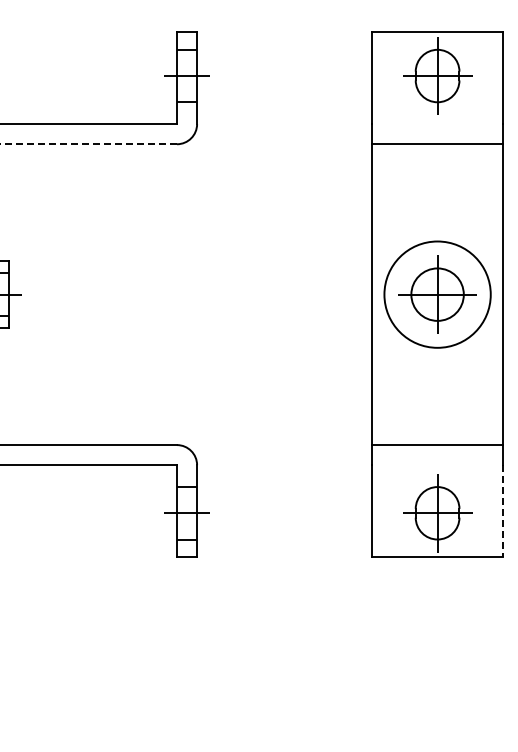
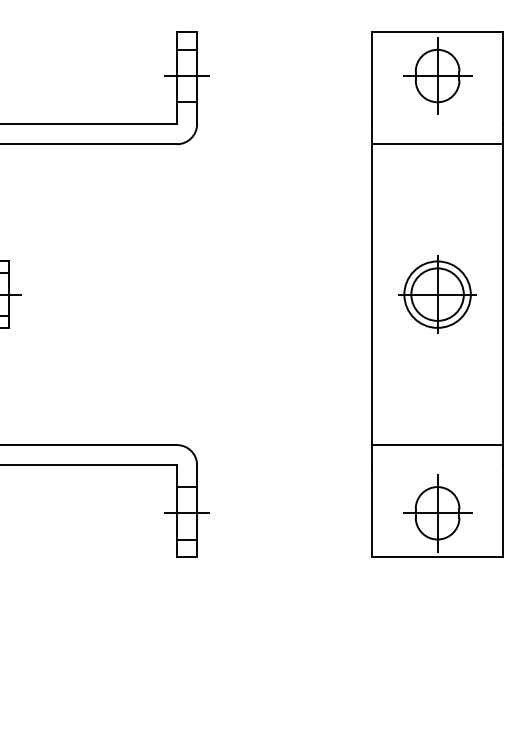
line at (89, 144): dashed -> solid
circle at (437, 294) diameter: 106 px -> 66 px
line at (503, 511): dashed -> solid
